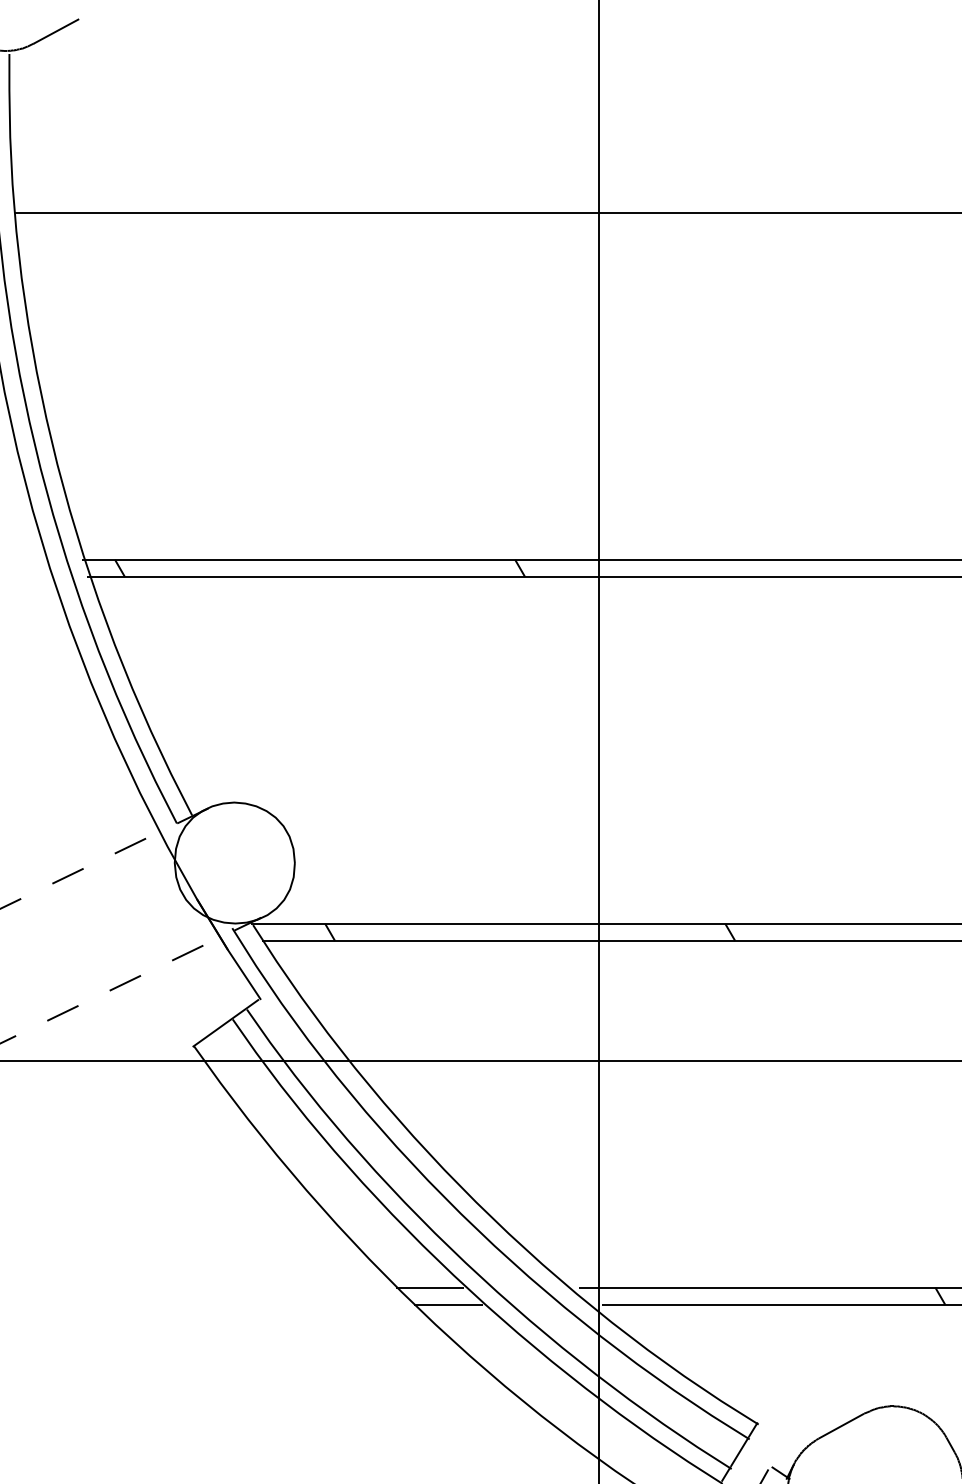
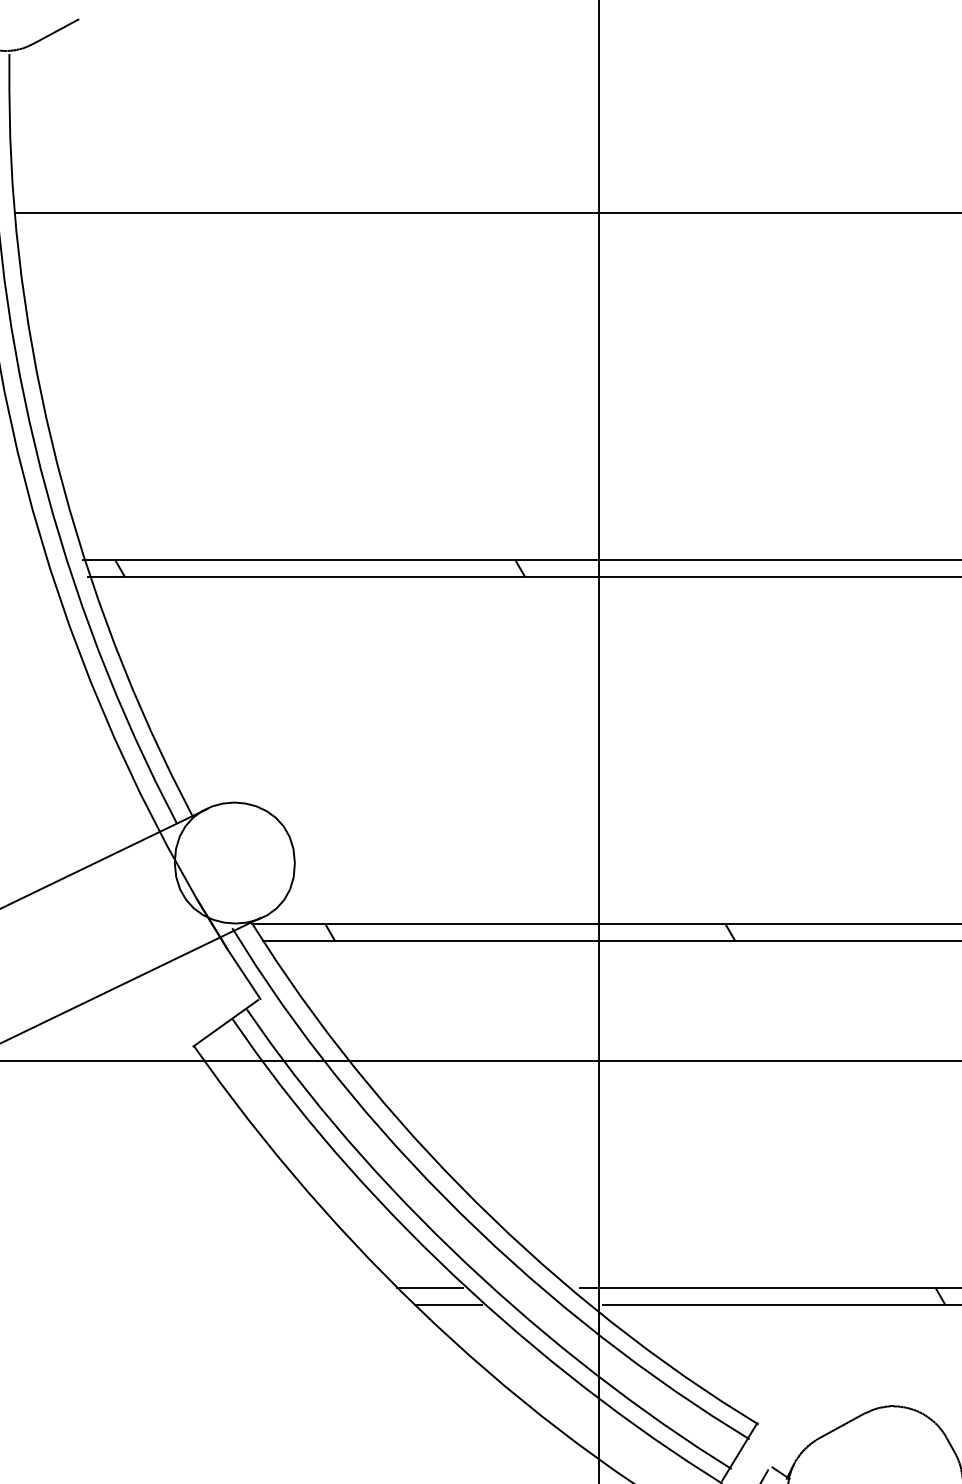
line at (104, 858): dashed -> solid
line at (130, 980): dashed -> solid
